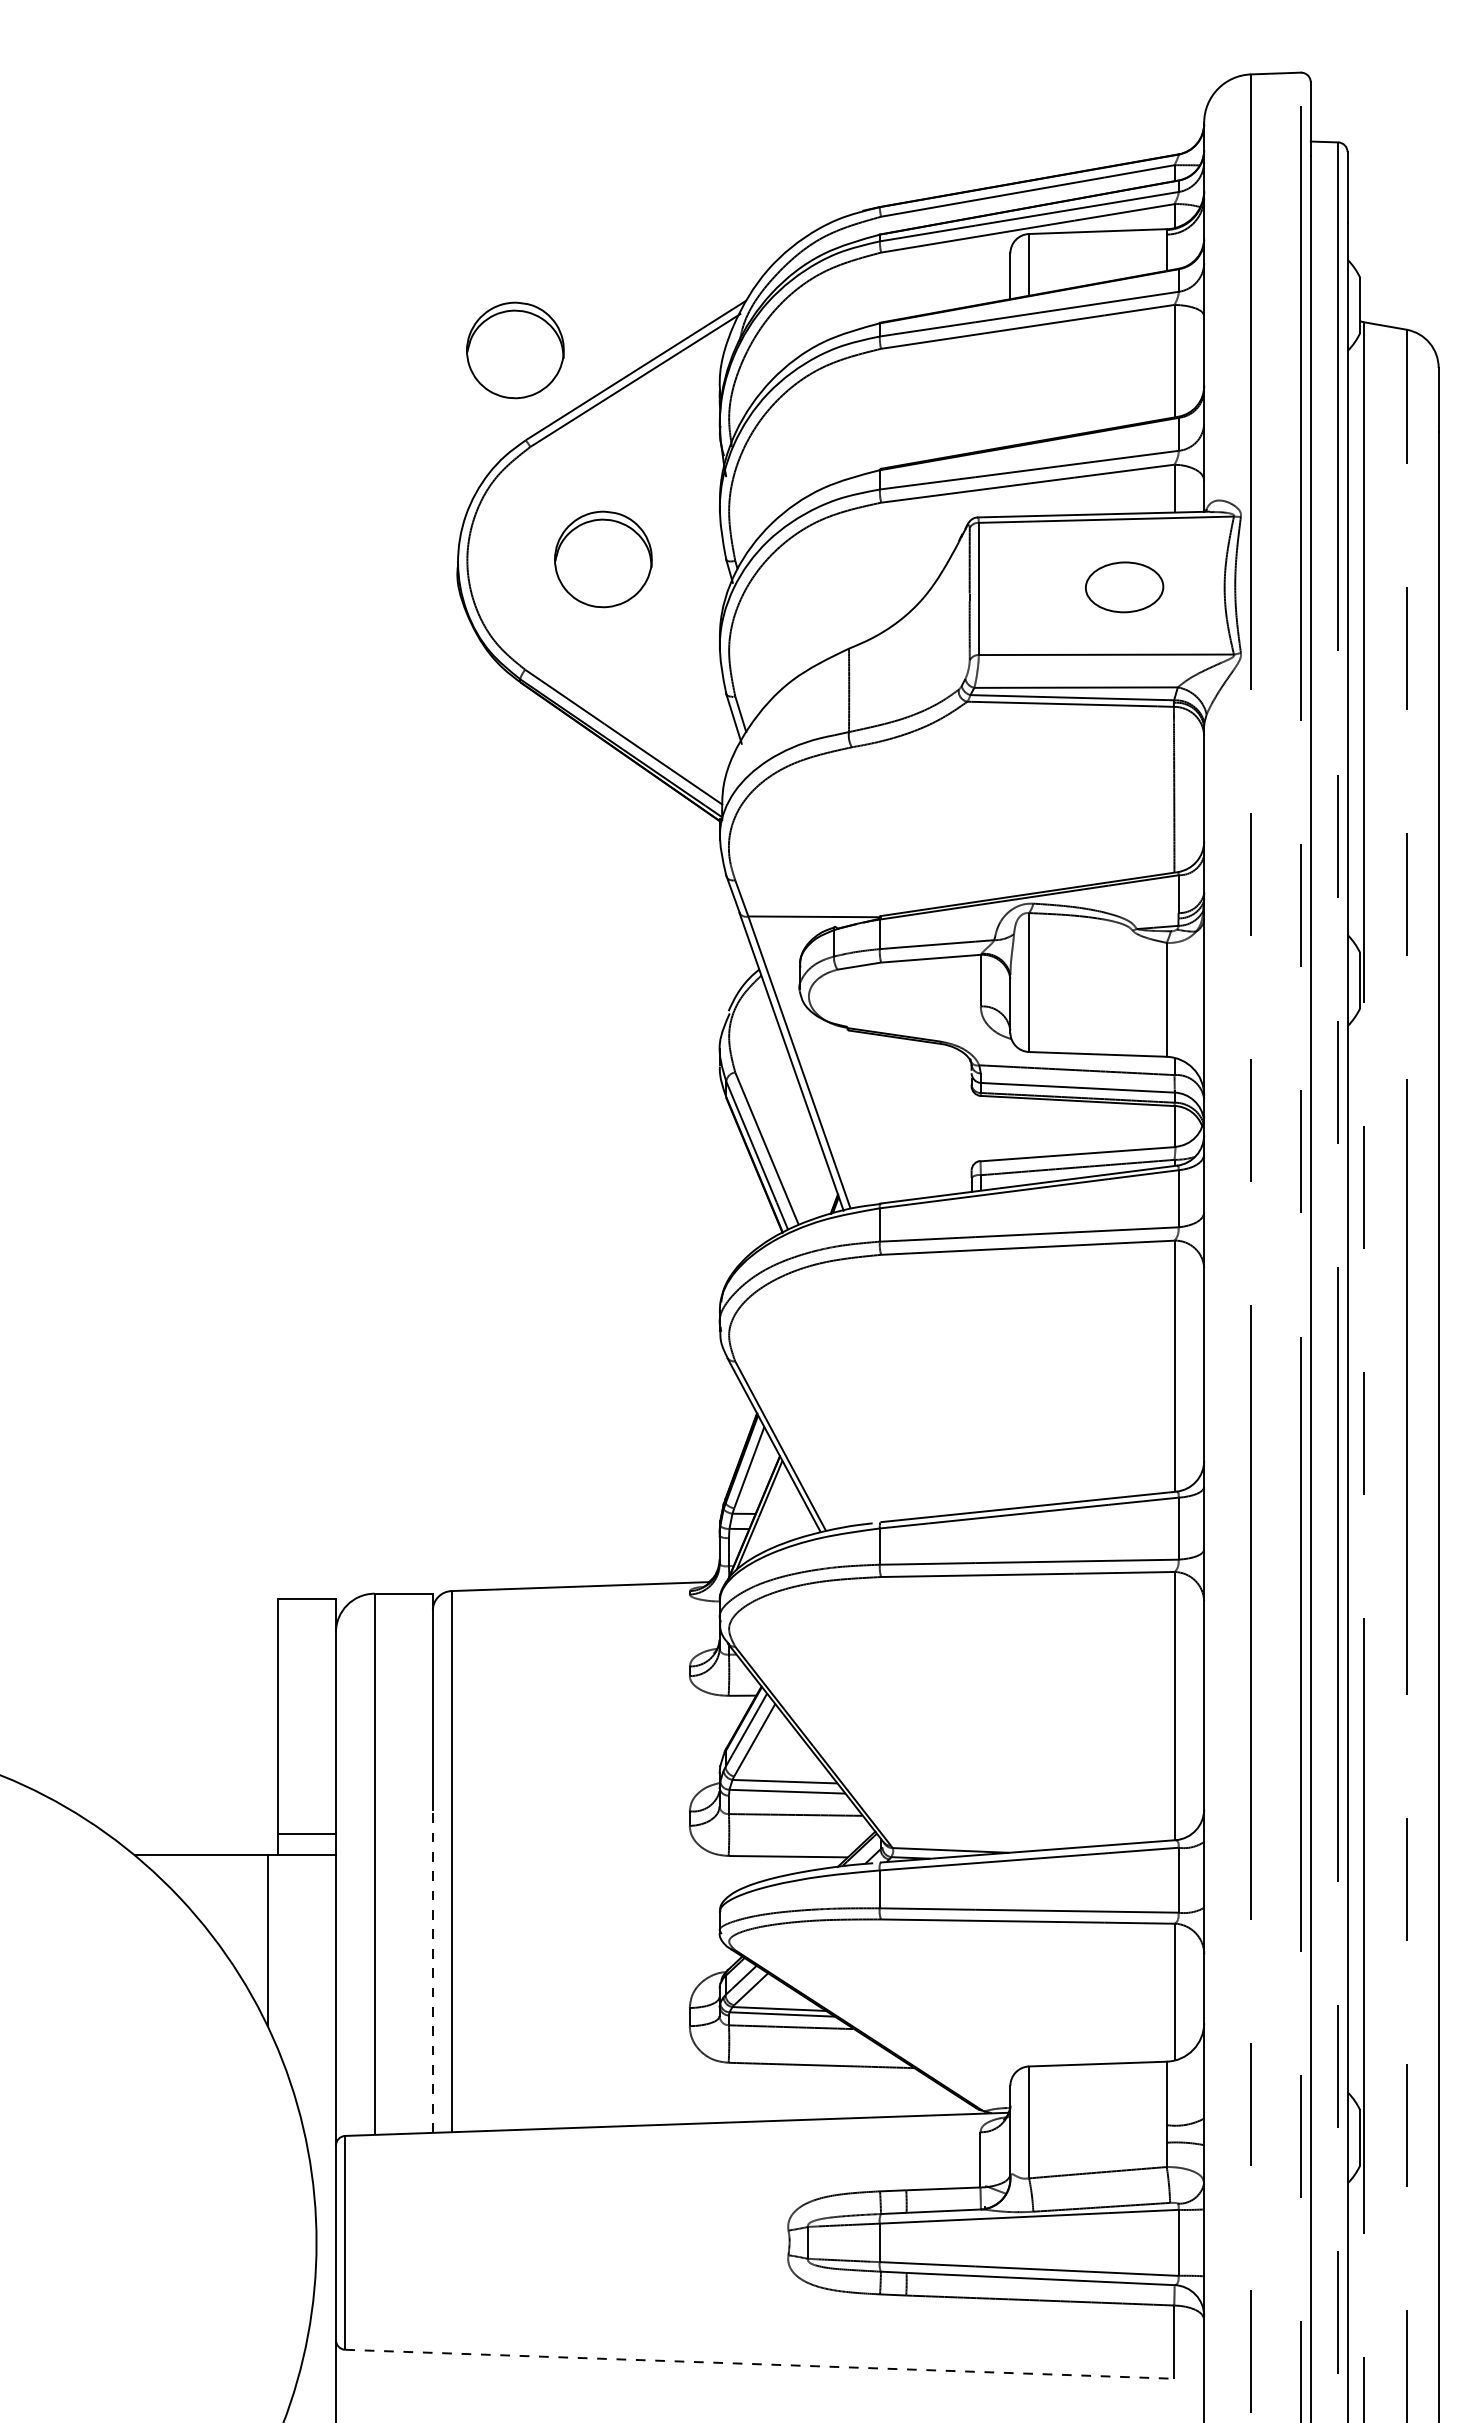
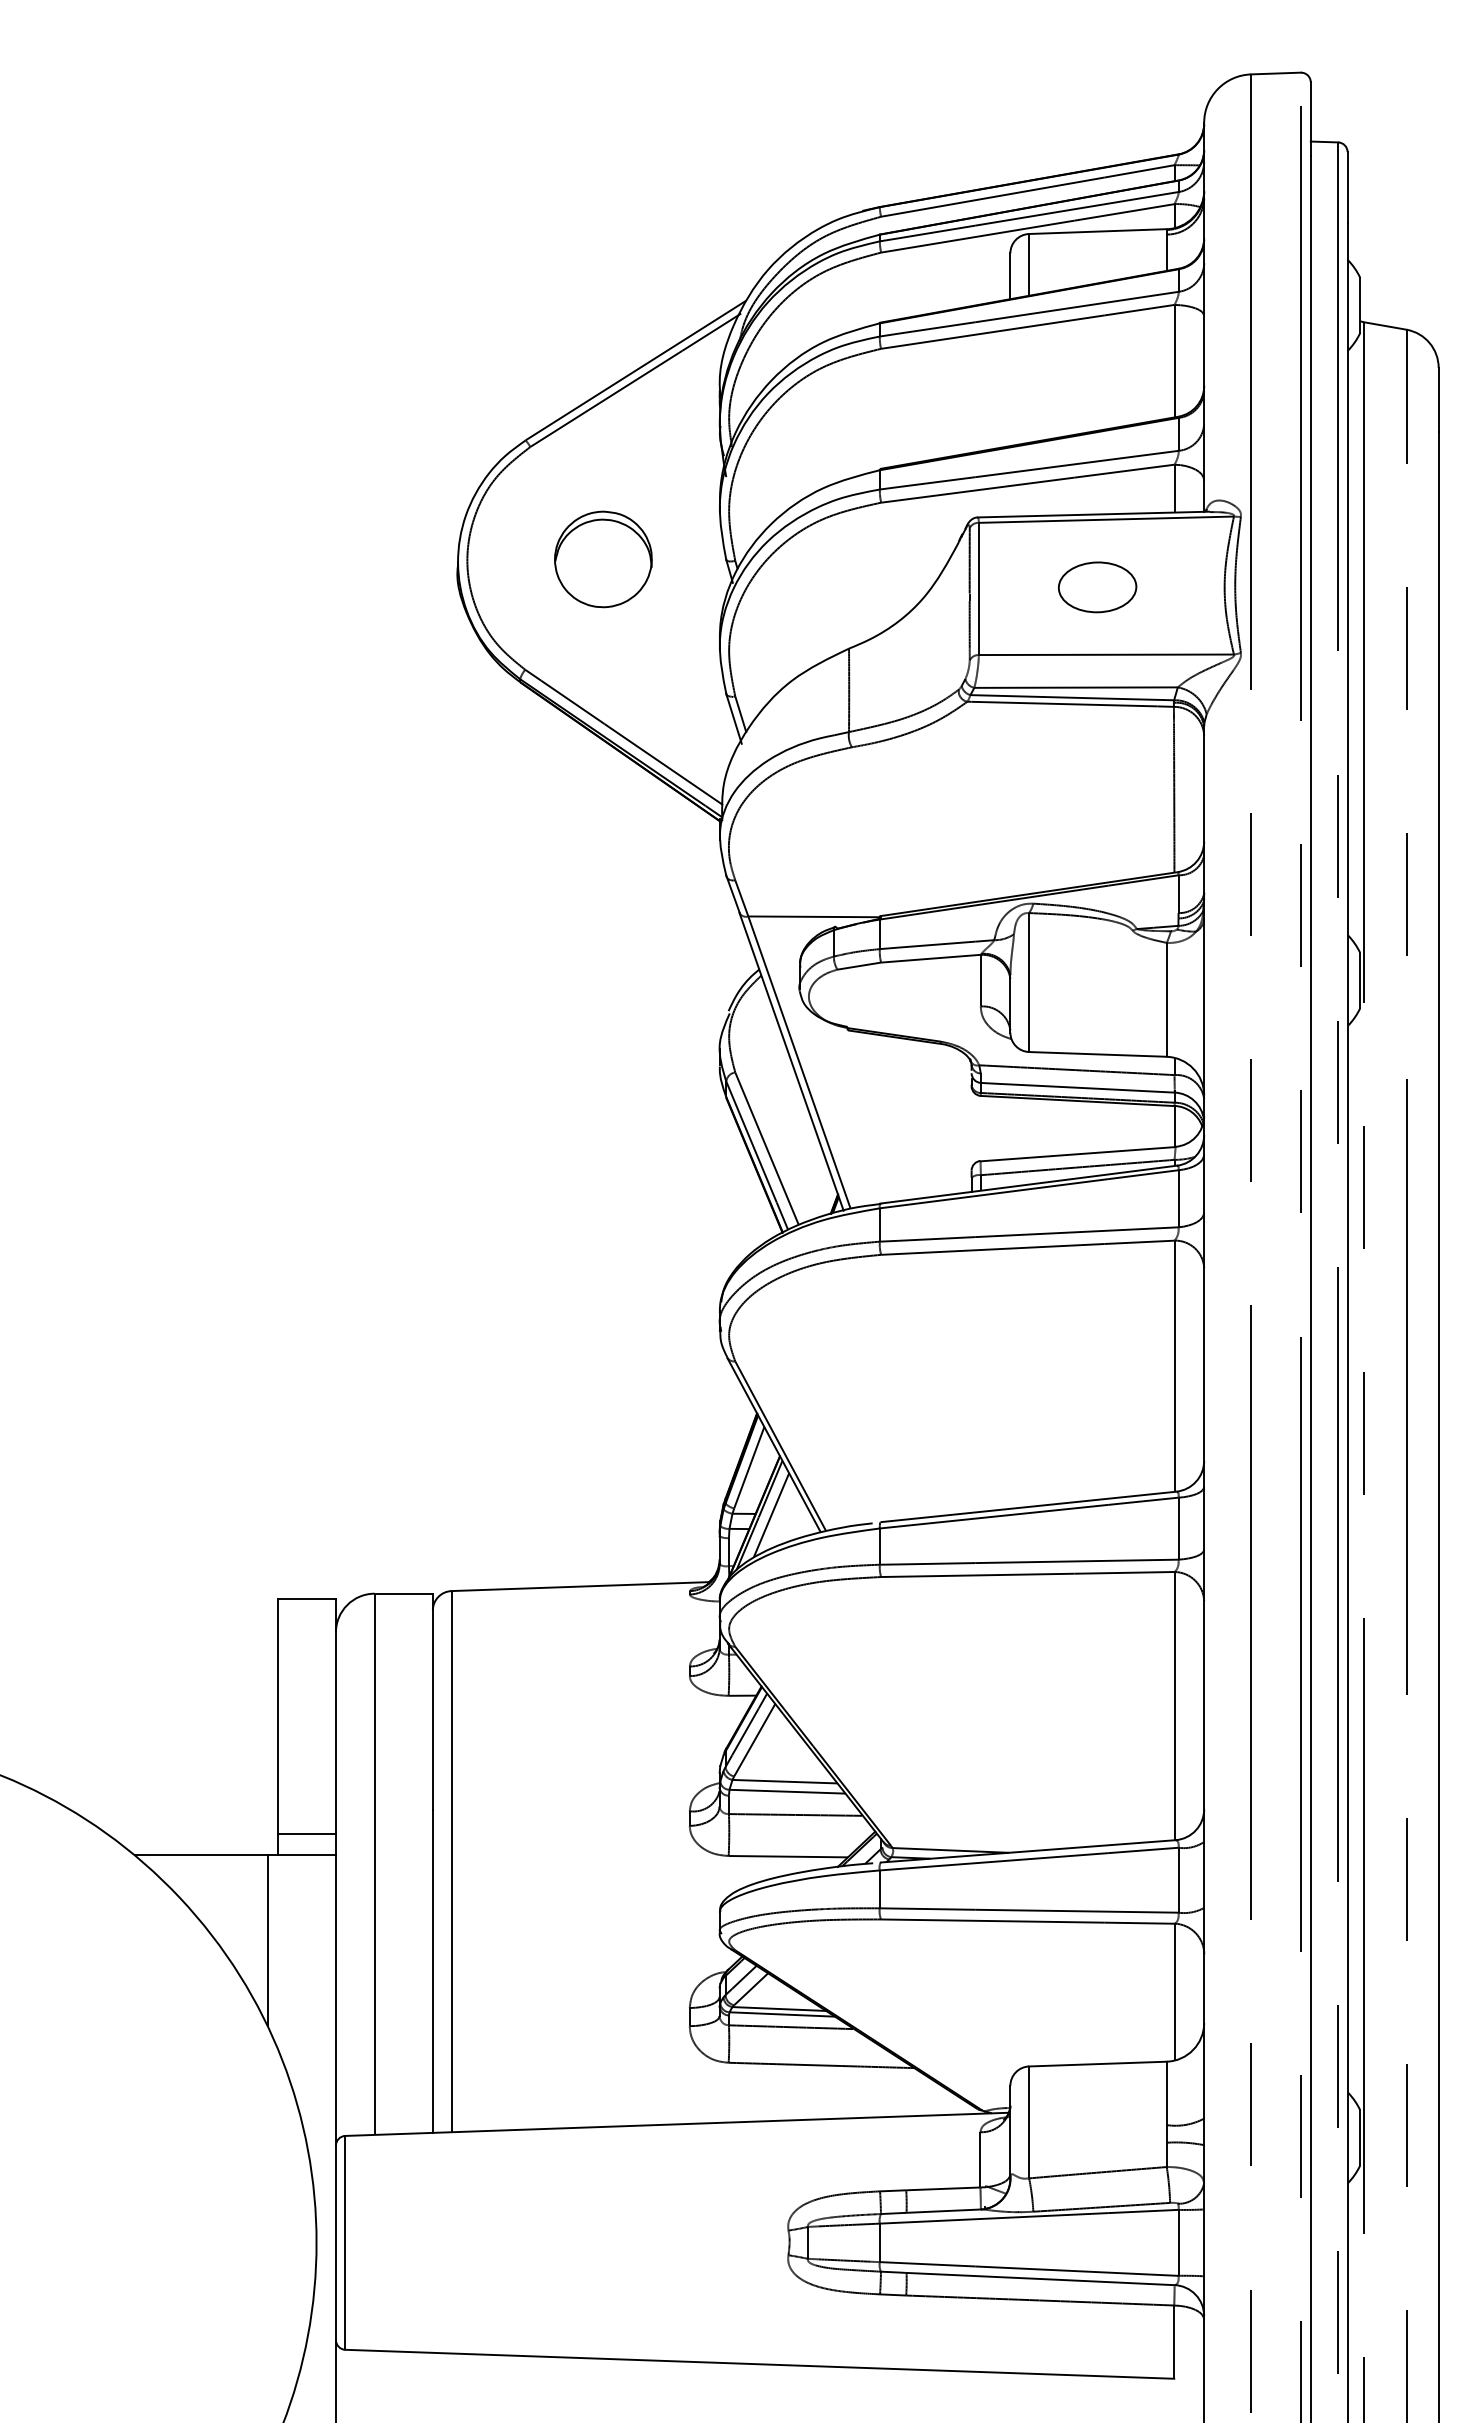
part at (515, 350): present -> none
part at (1124, 587) position: (1124, 587) -> (1097, 587)
line at (771, 1515): none -> present
line at (432, 1971): dashed -> solid
line at (759, 2364): dashed -> solid
